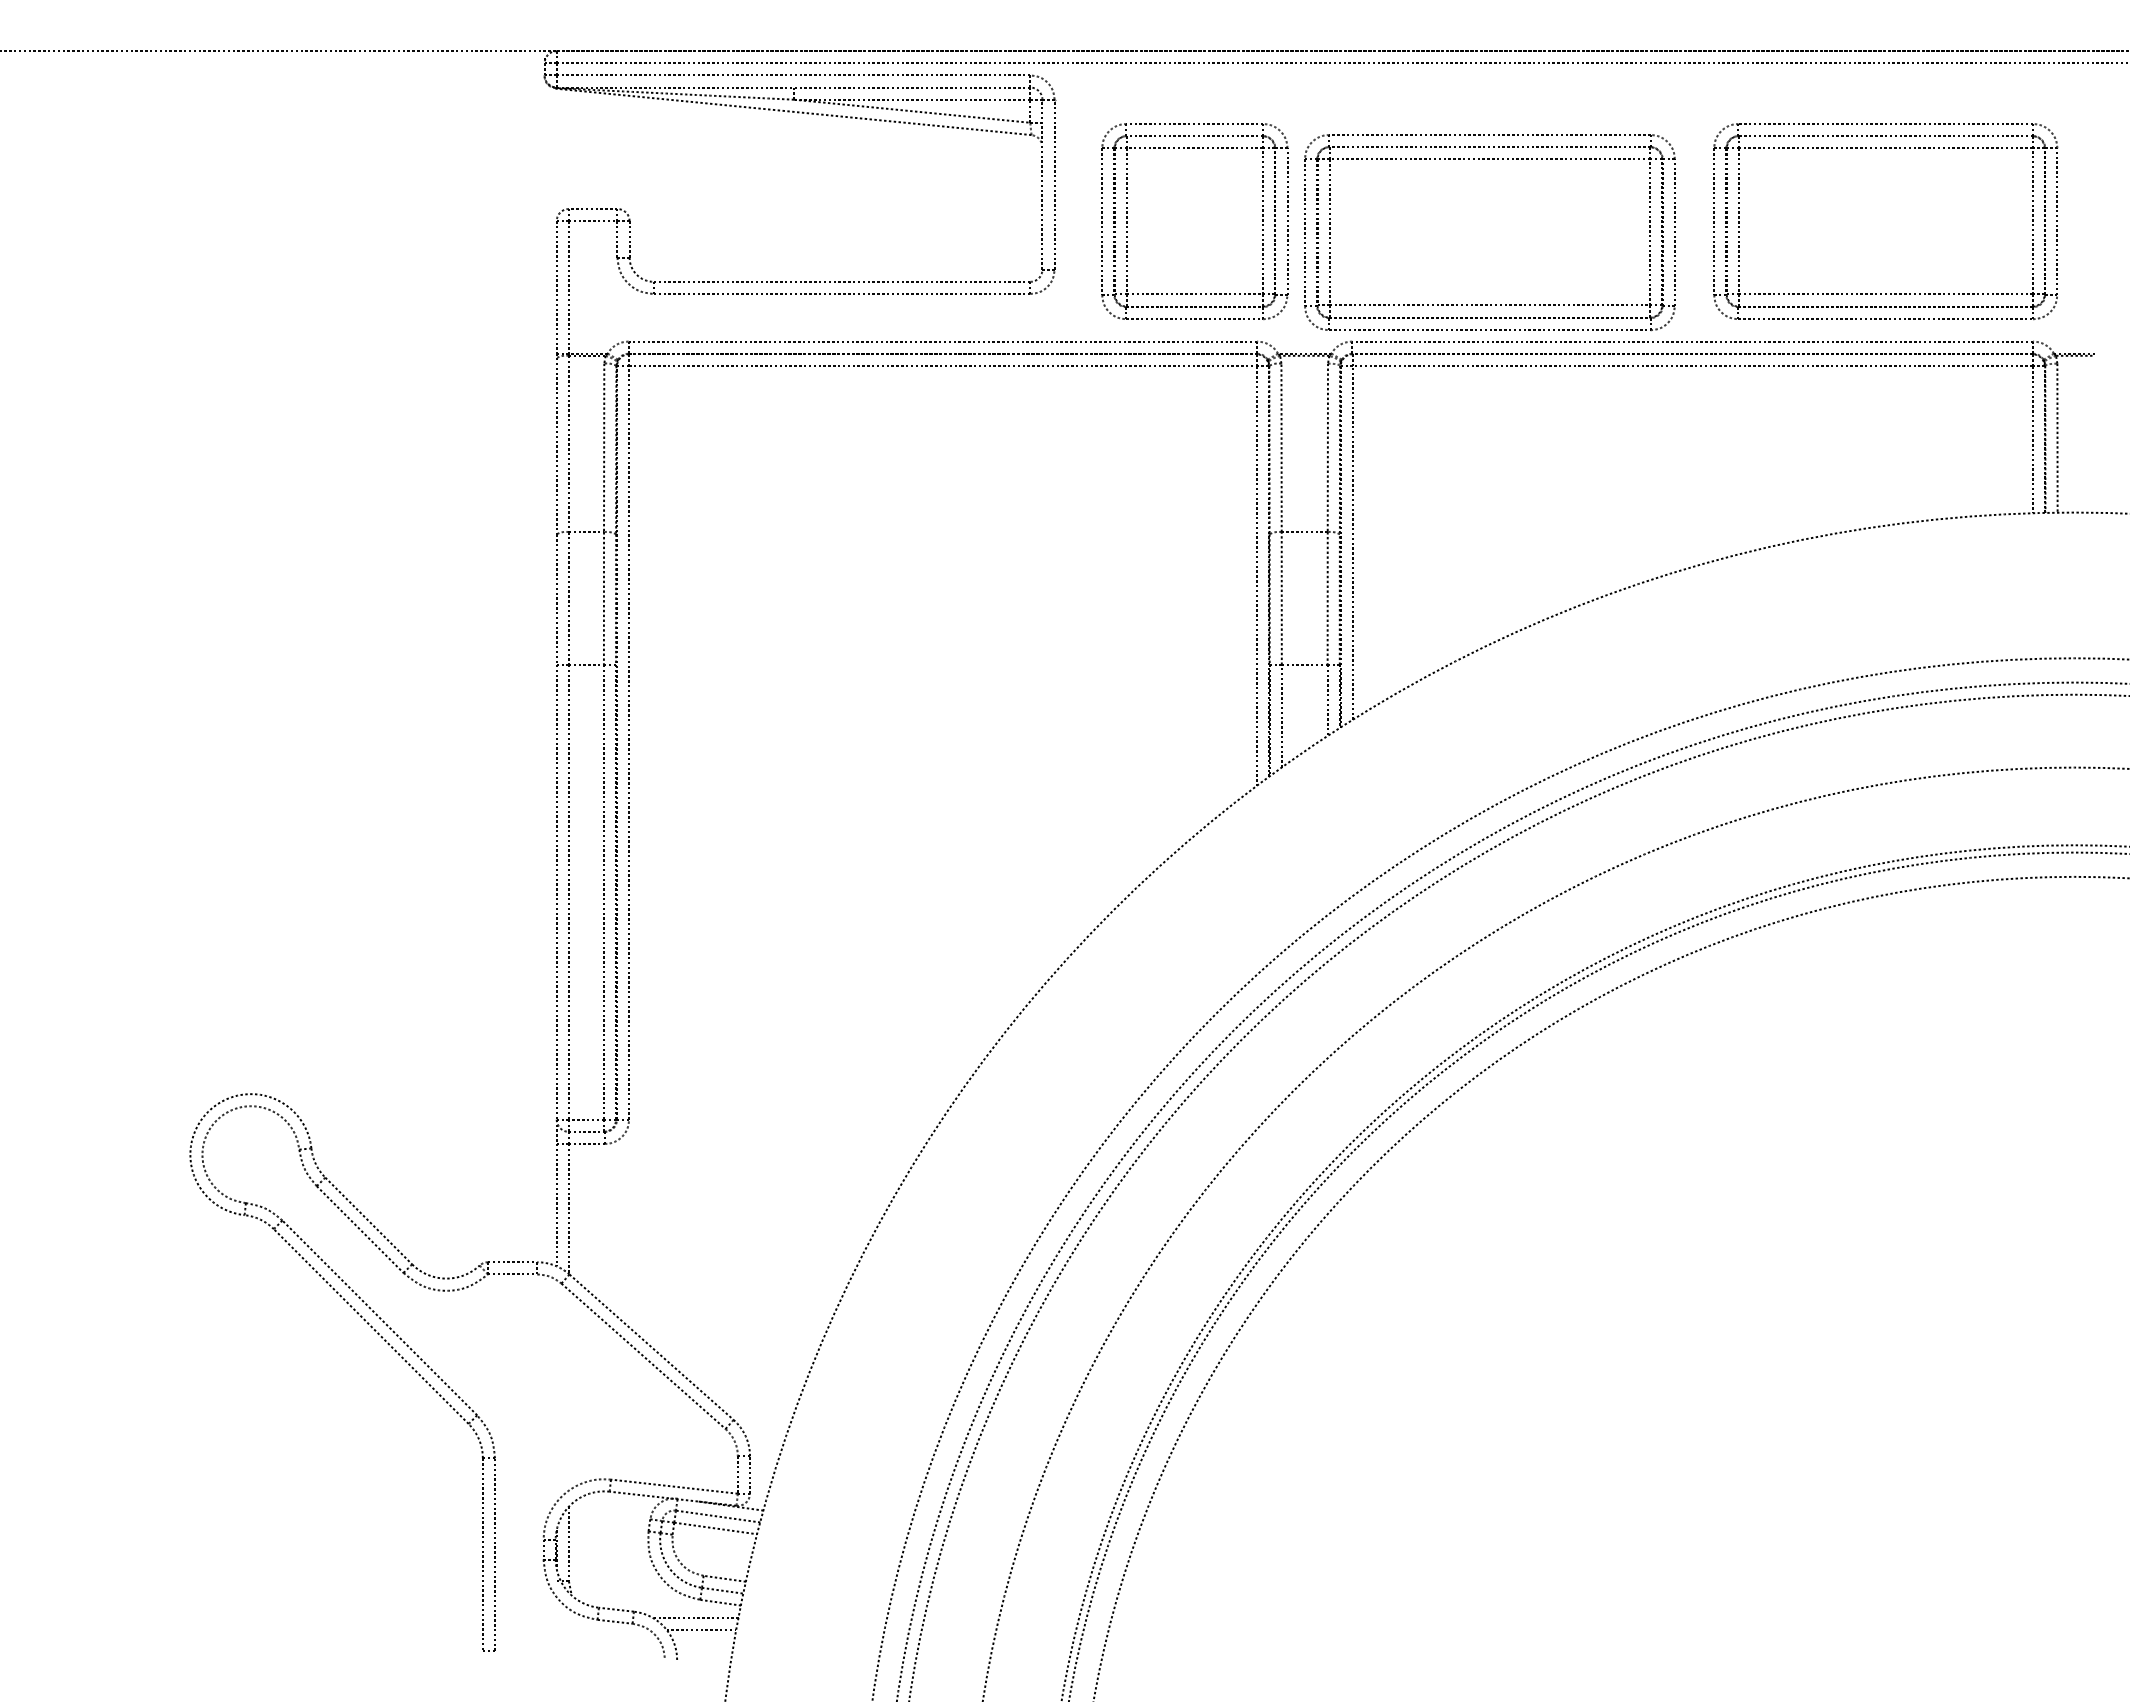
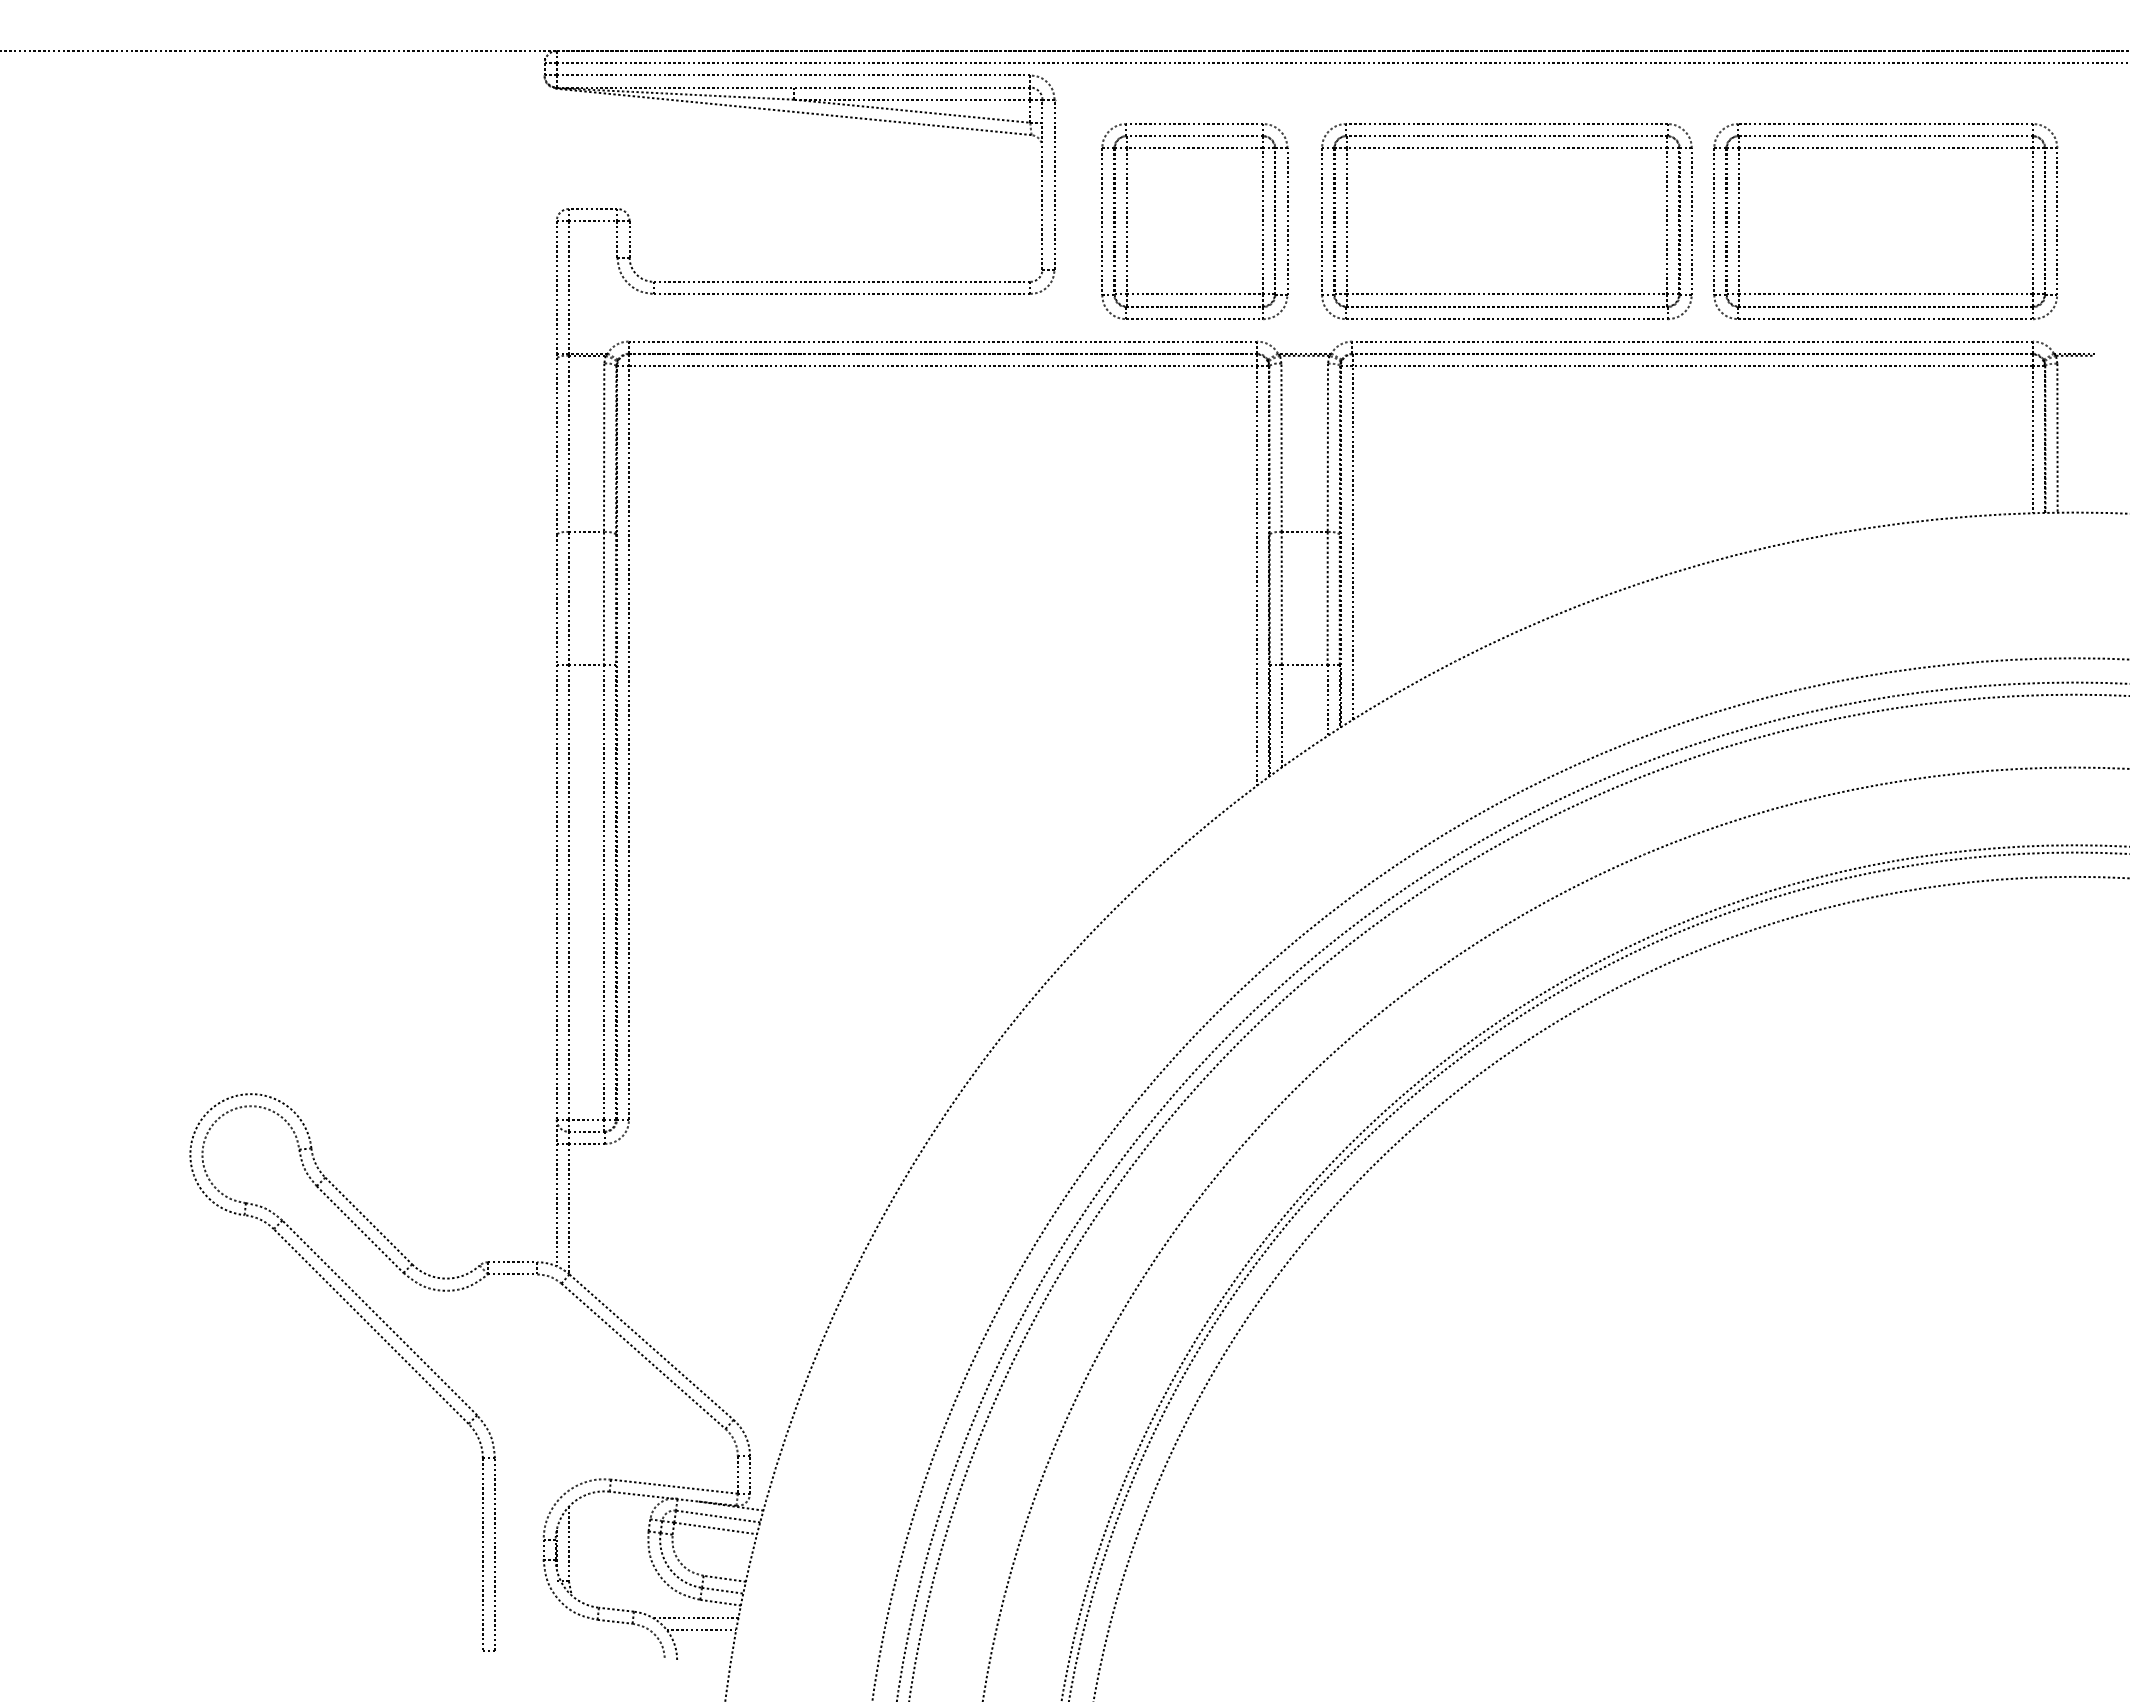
part at (1490, 304) position: (1490, 304) -> (1507, 293)
